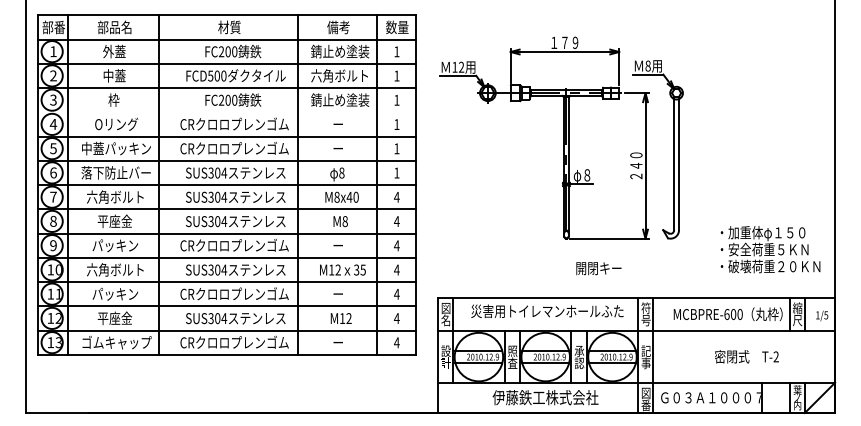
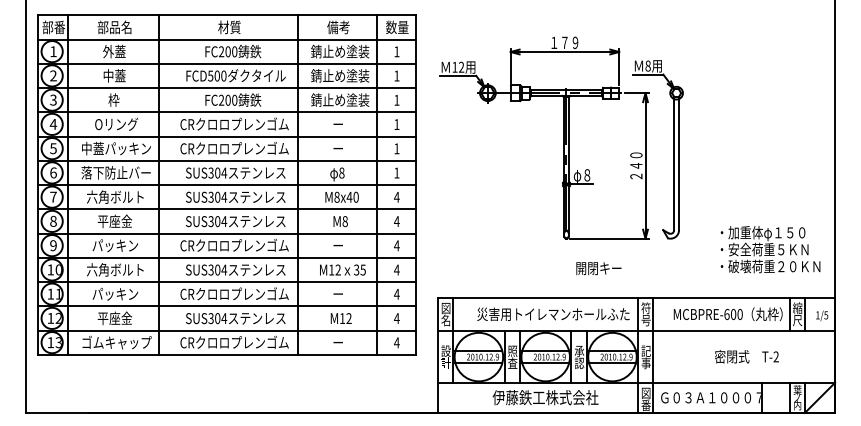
text at (340, 75): 六角ボルト -> 錆止め塗装
line at (226, 112): none -> present
text at (547, 310) position: (547, 310) -> (553, 313)
